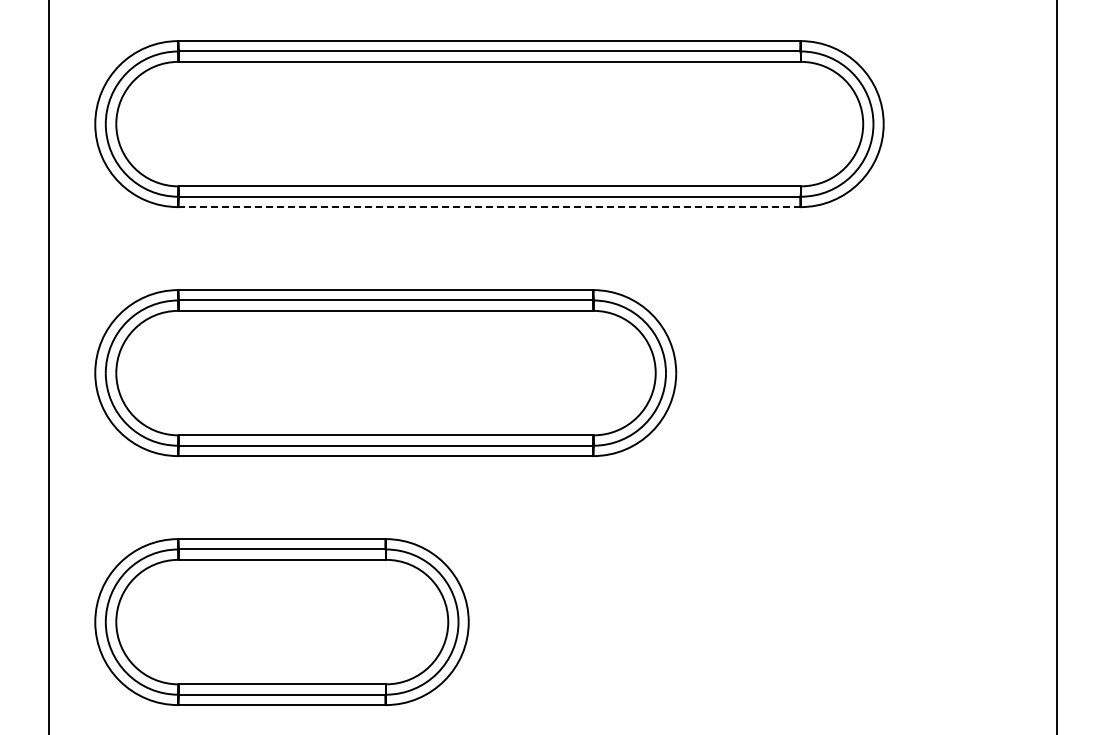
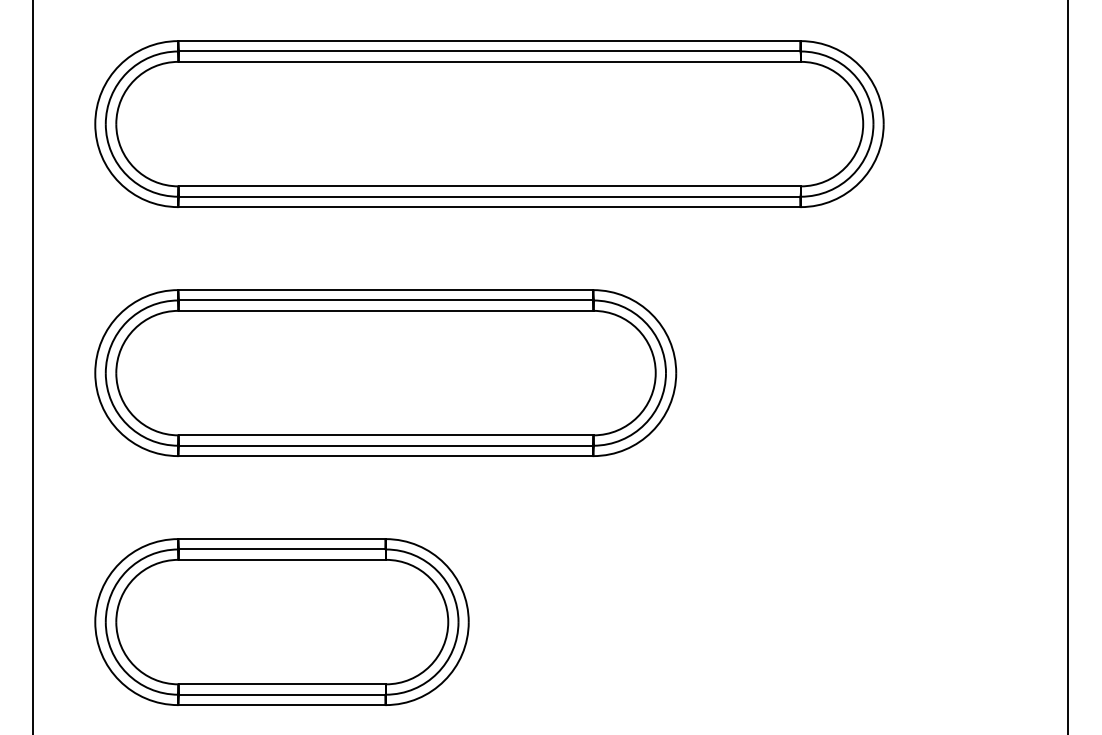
line at (489, 207): dashed -> solid
line at (49, 366) position: (49, 366) -> (33, 366)
line at (1056, 366) position: (1056, 366) -> (1067, 366)
